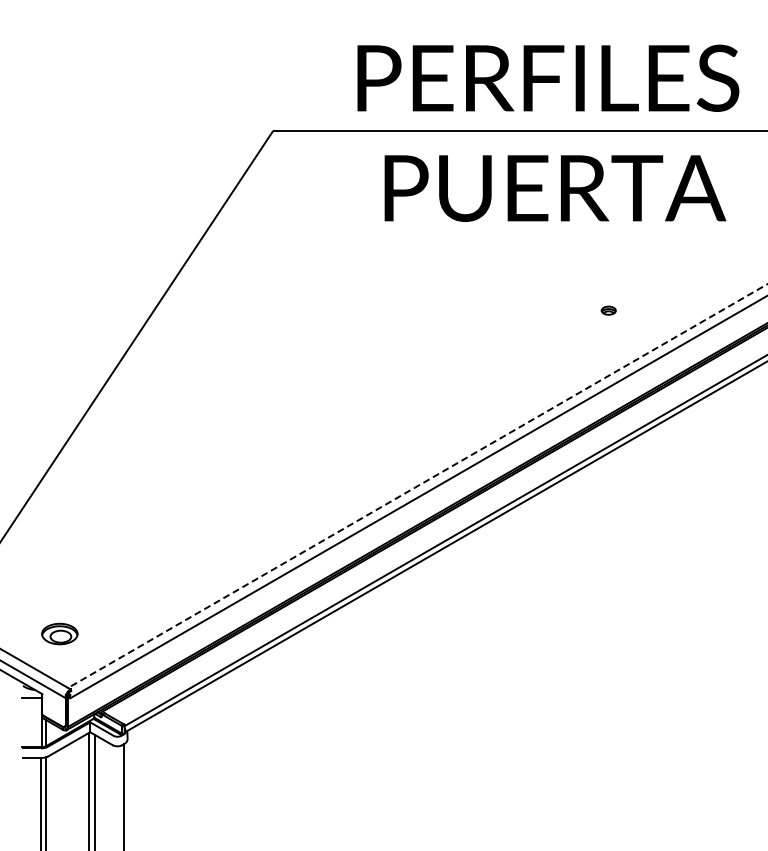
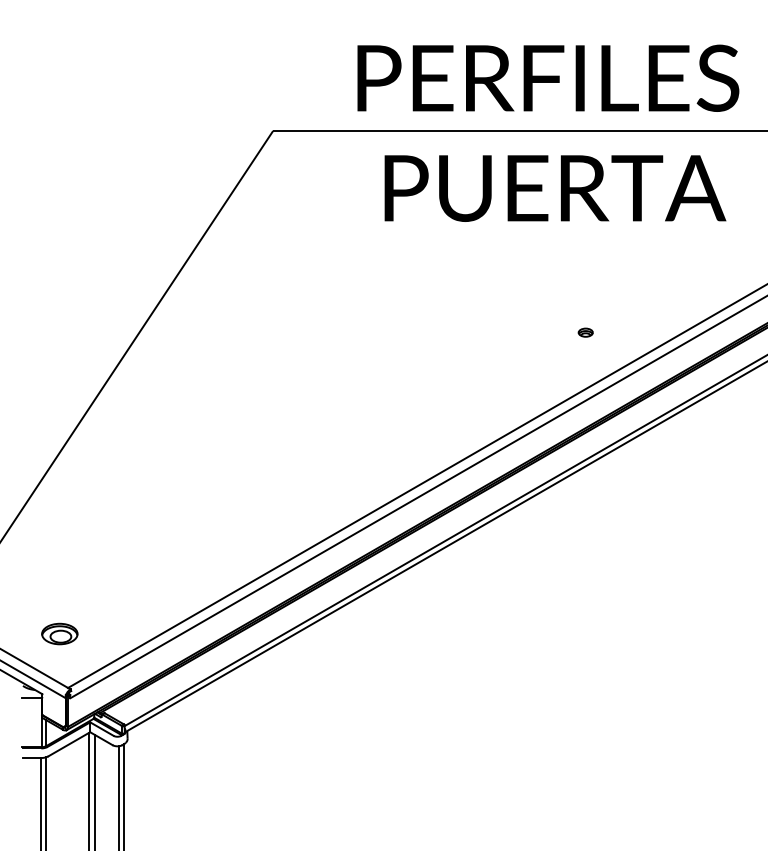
part at (608, 310) position: (608, 310) -> (585, 332)
line at (417, 486): dashed -> solid
line at (118, 796): none -> present
